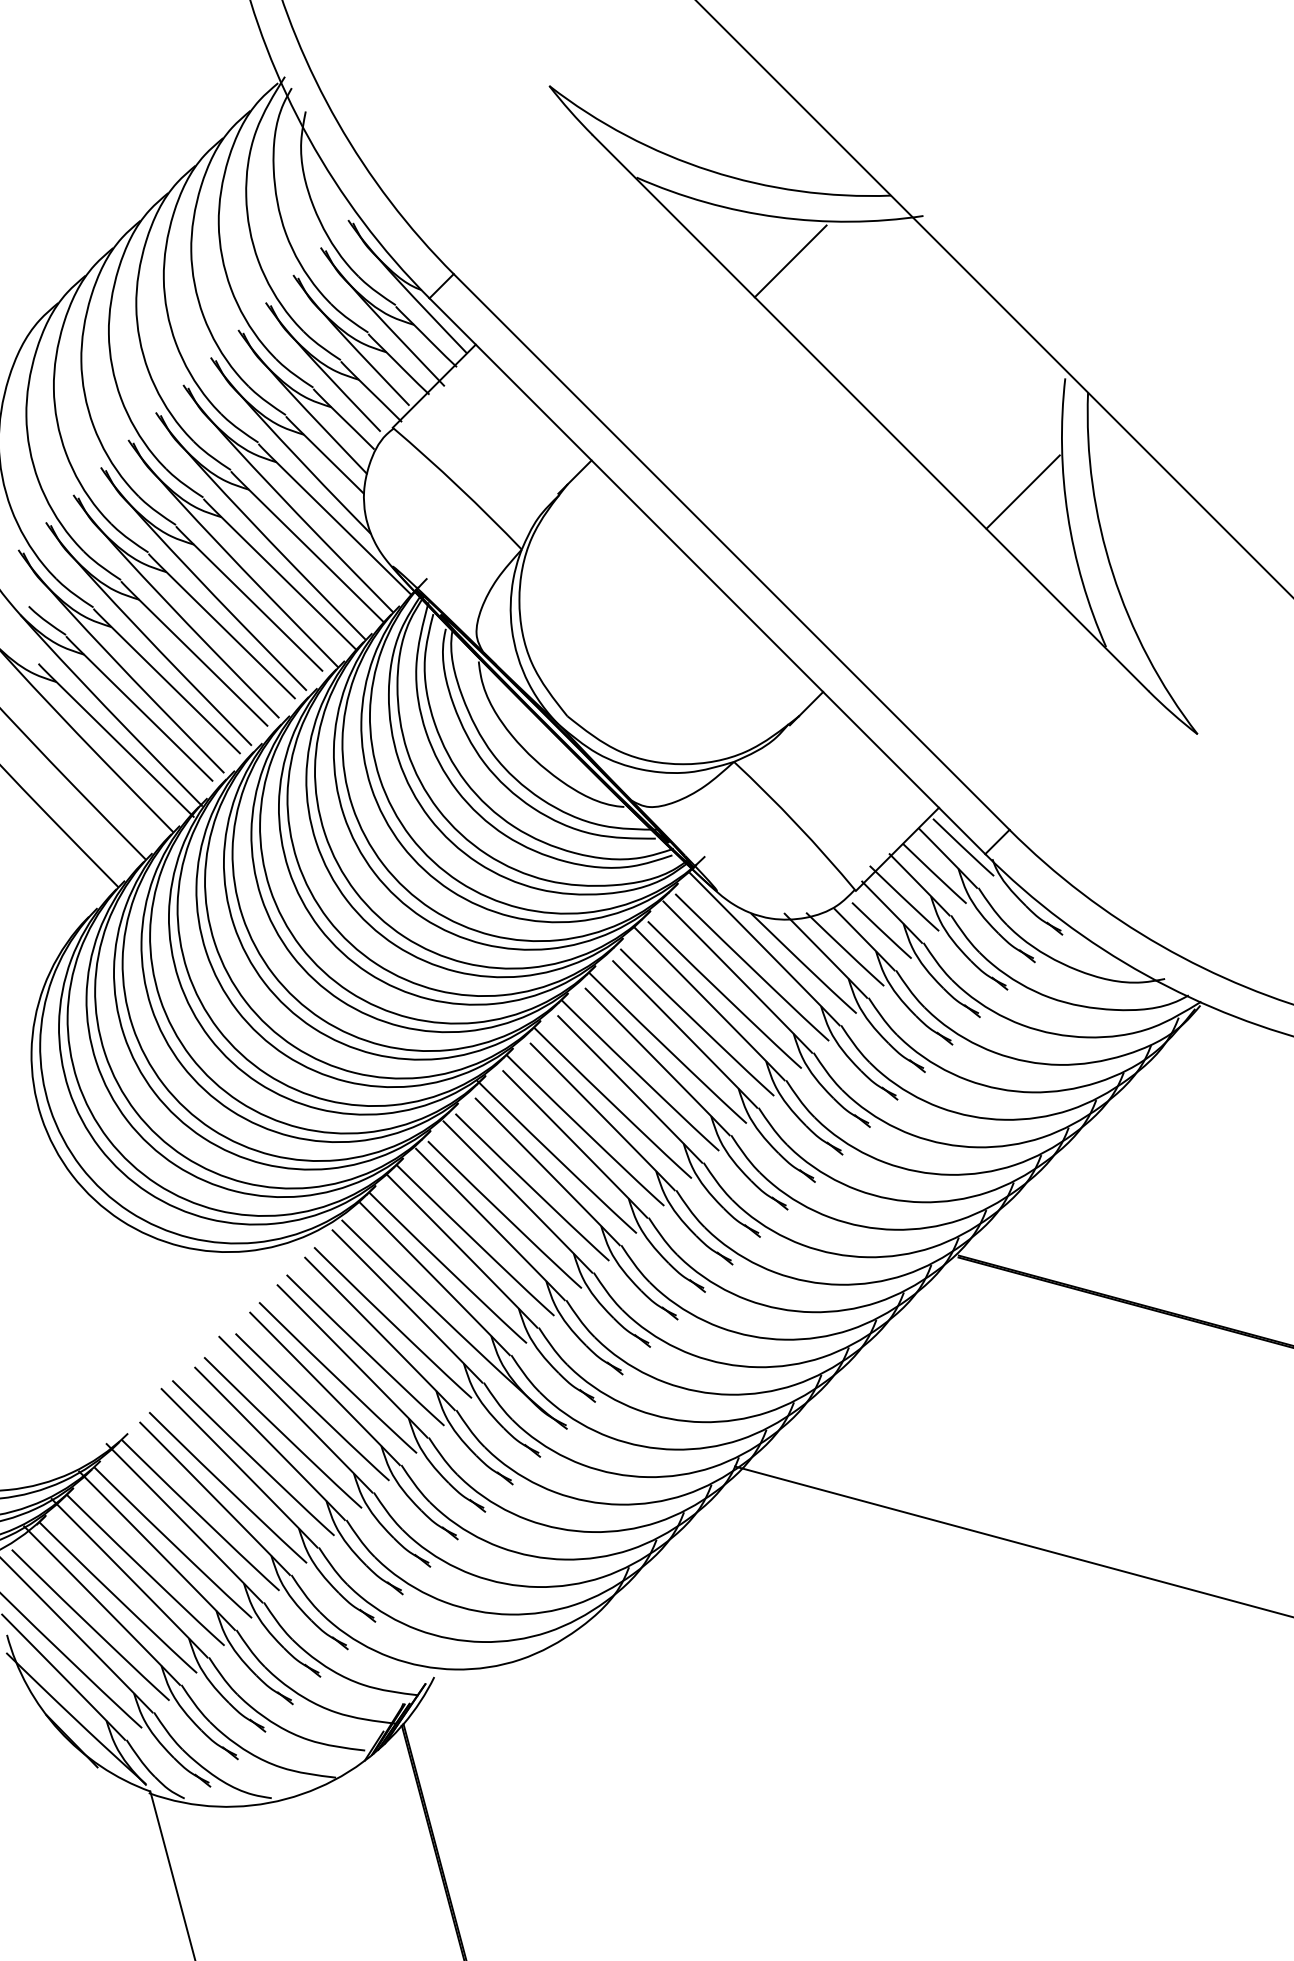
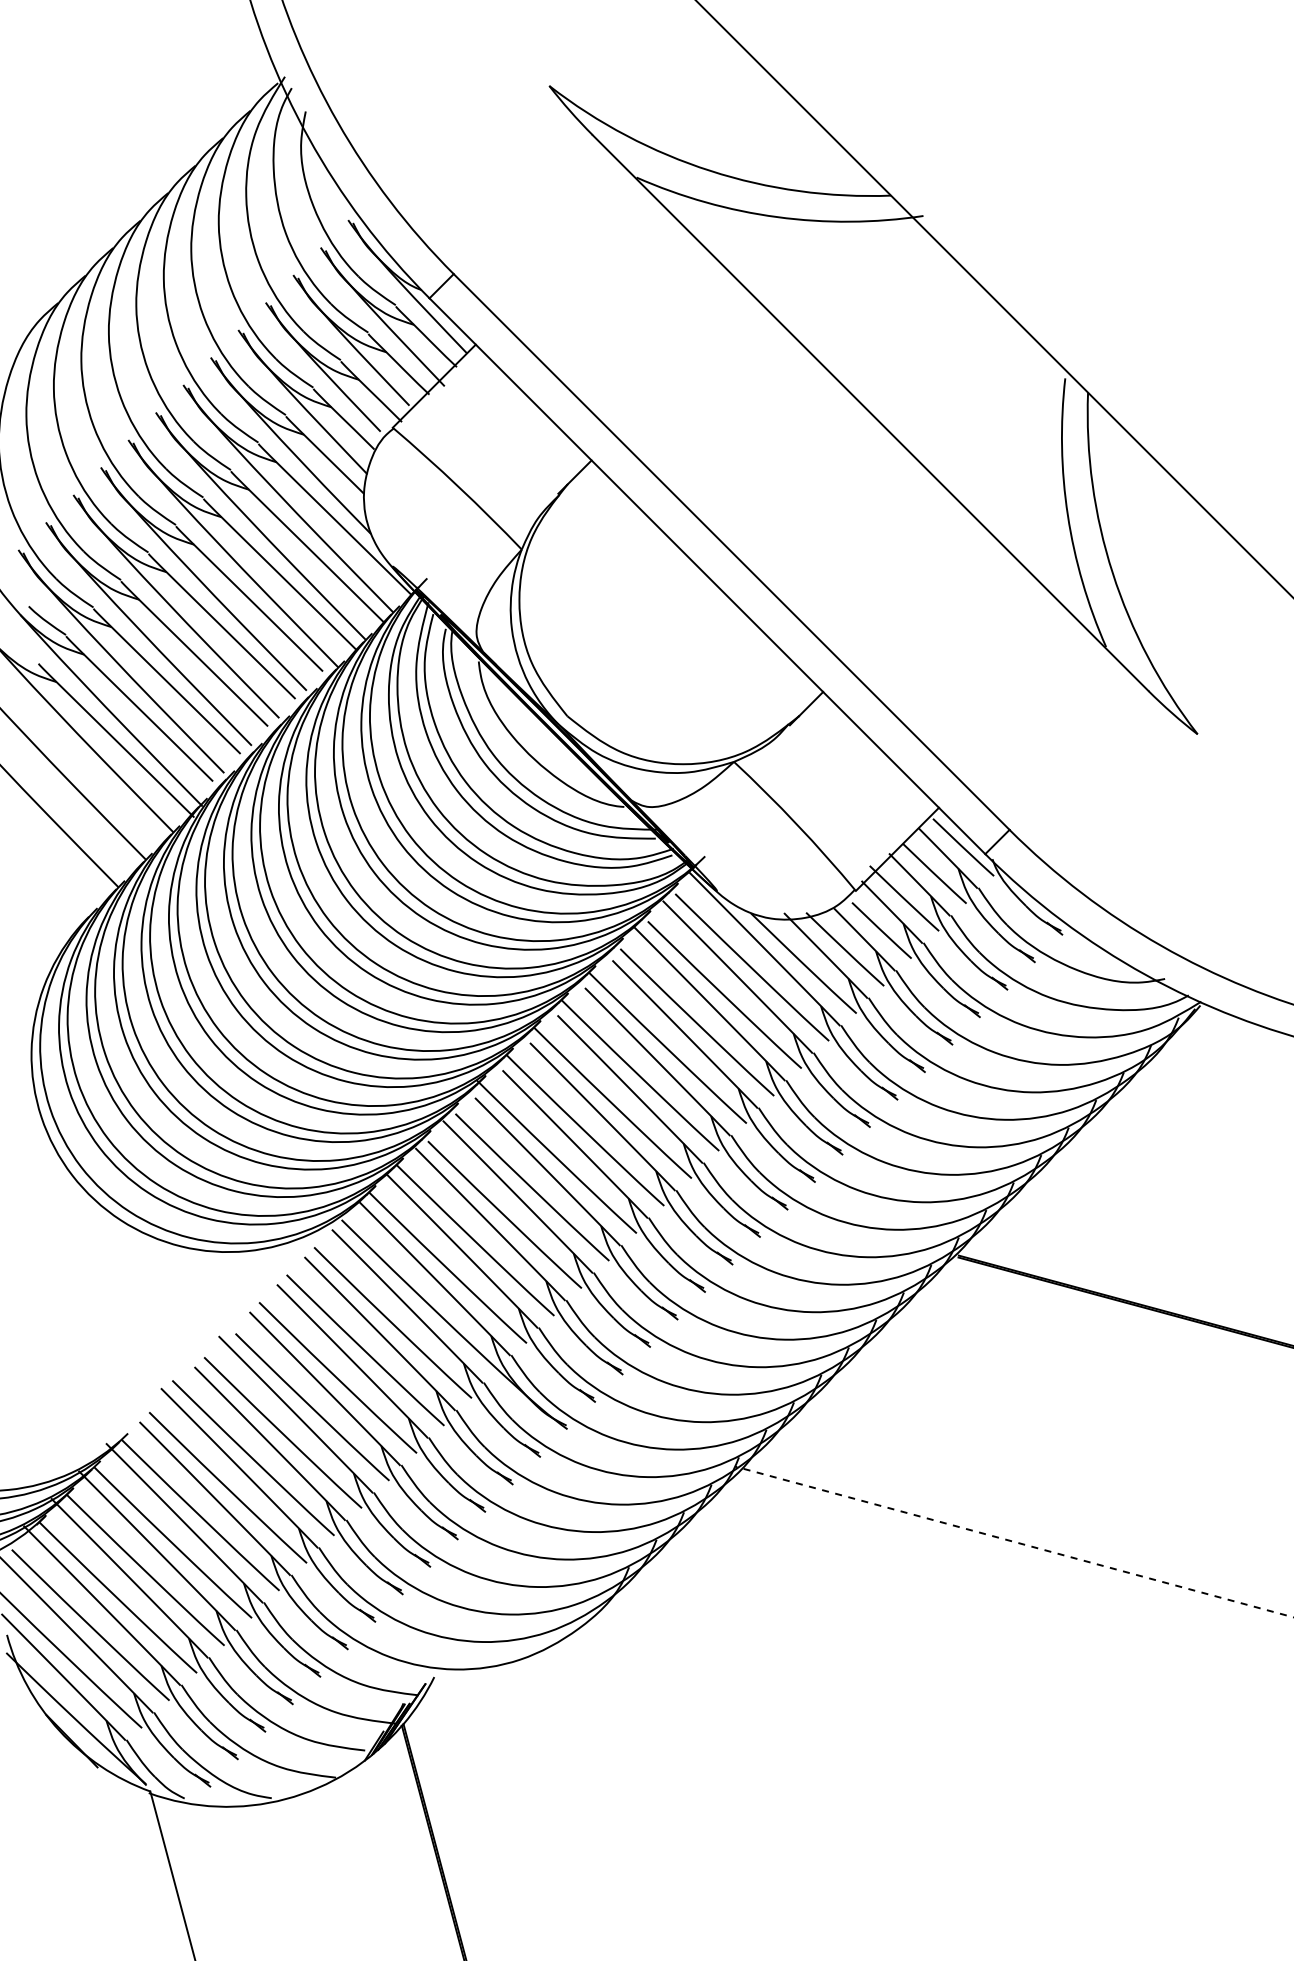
line at (790, 261): present -> none
line at (1022, 491): present -> none
line at (1014, 1541): solid -> dashed
